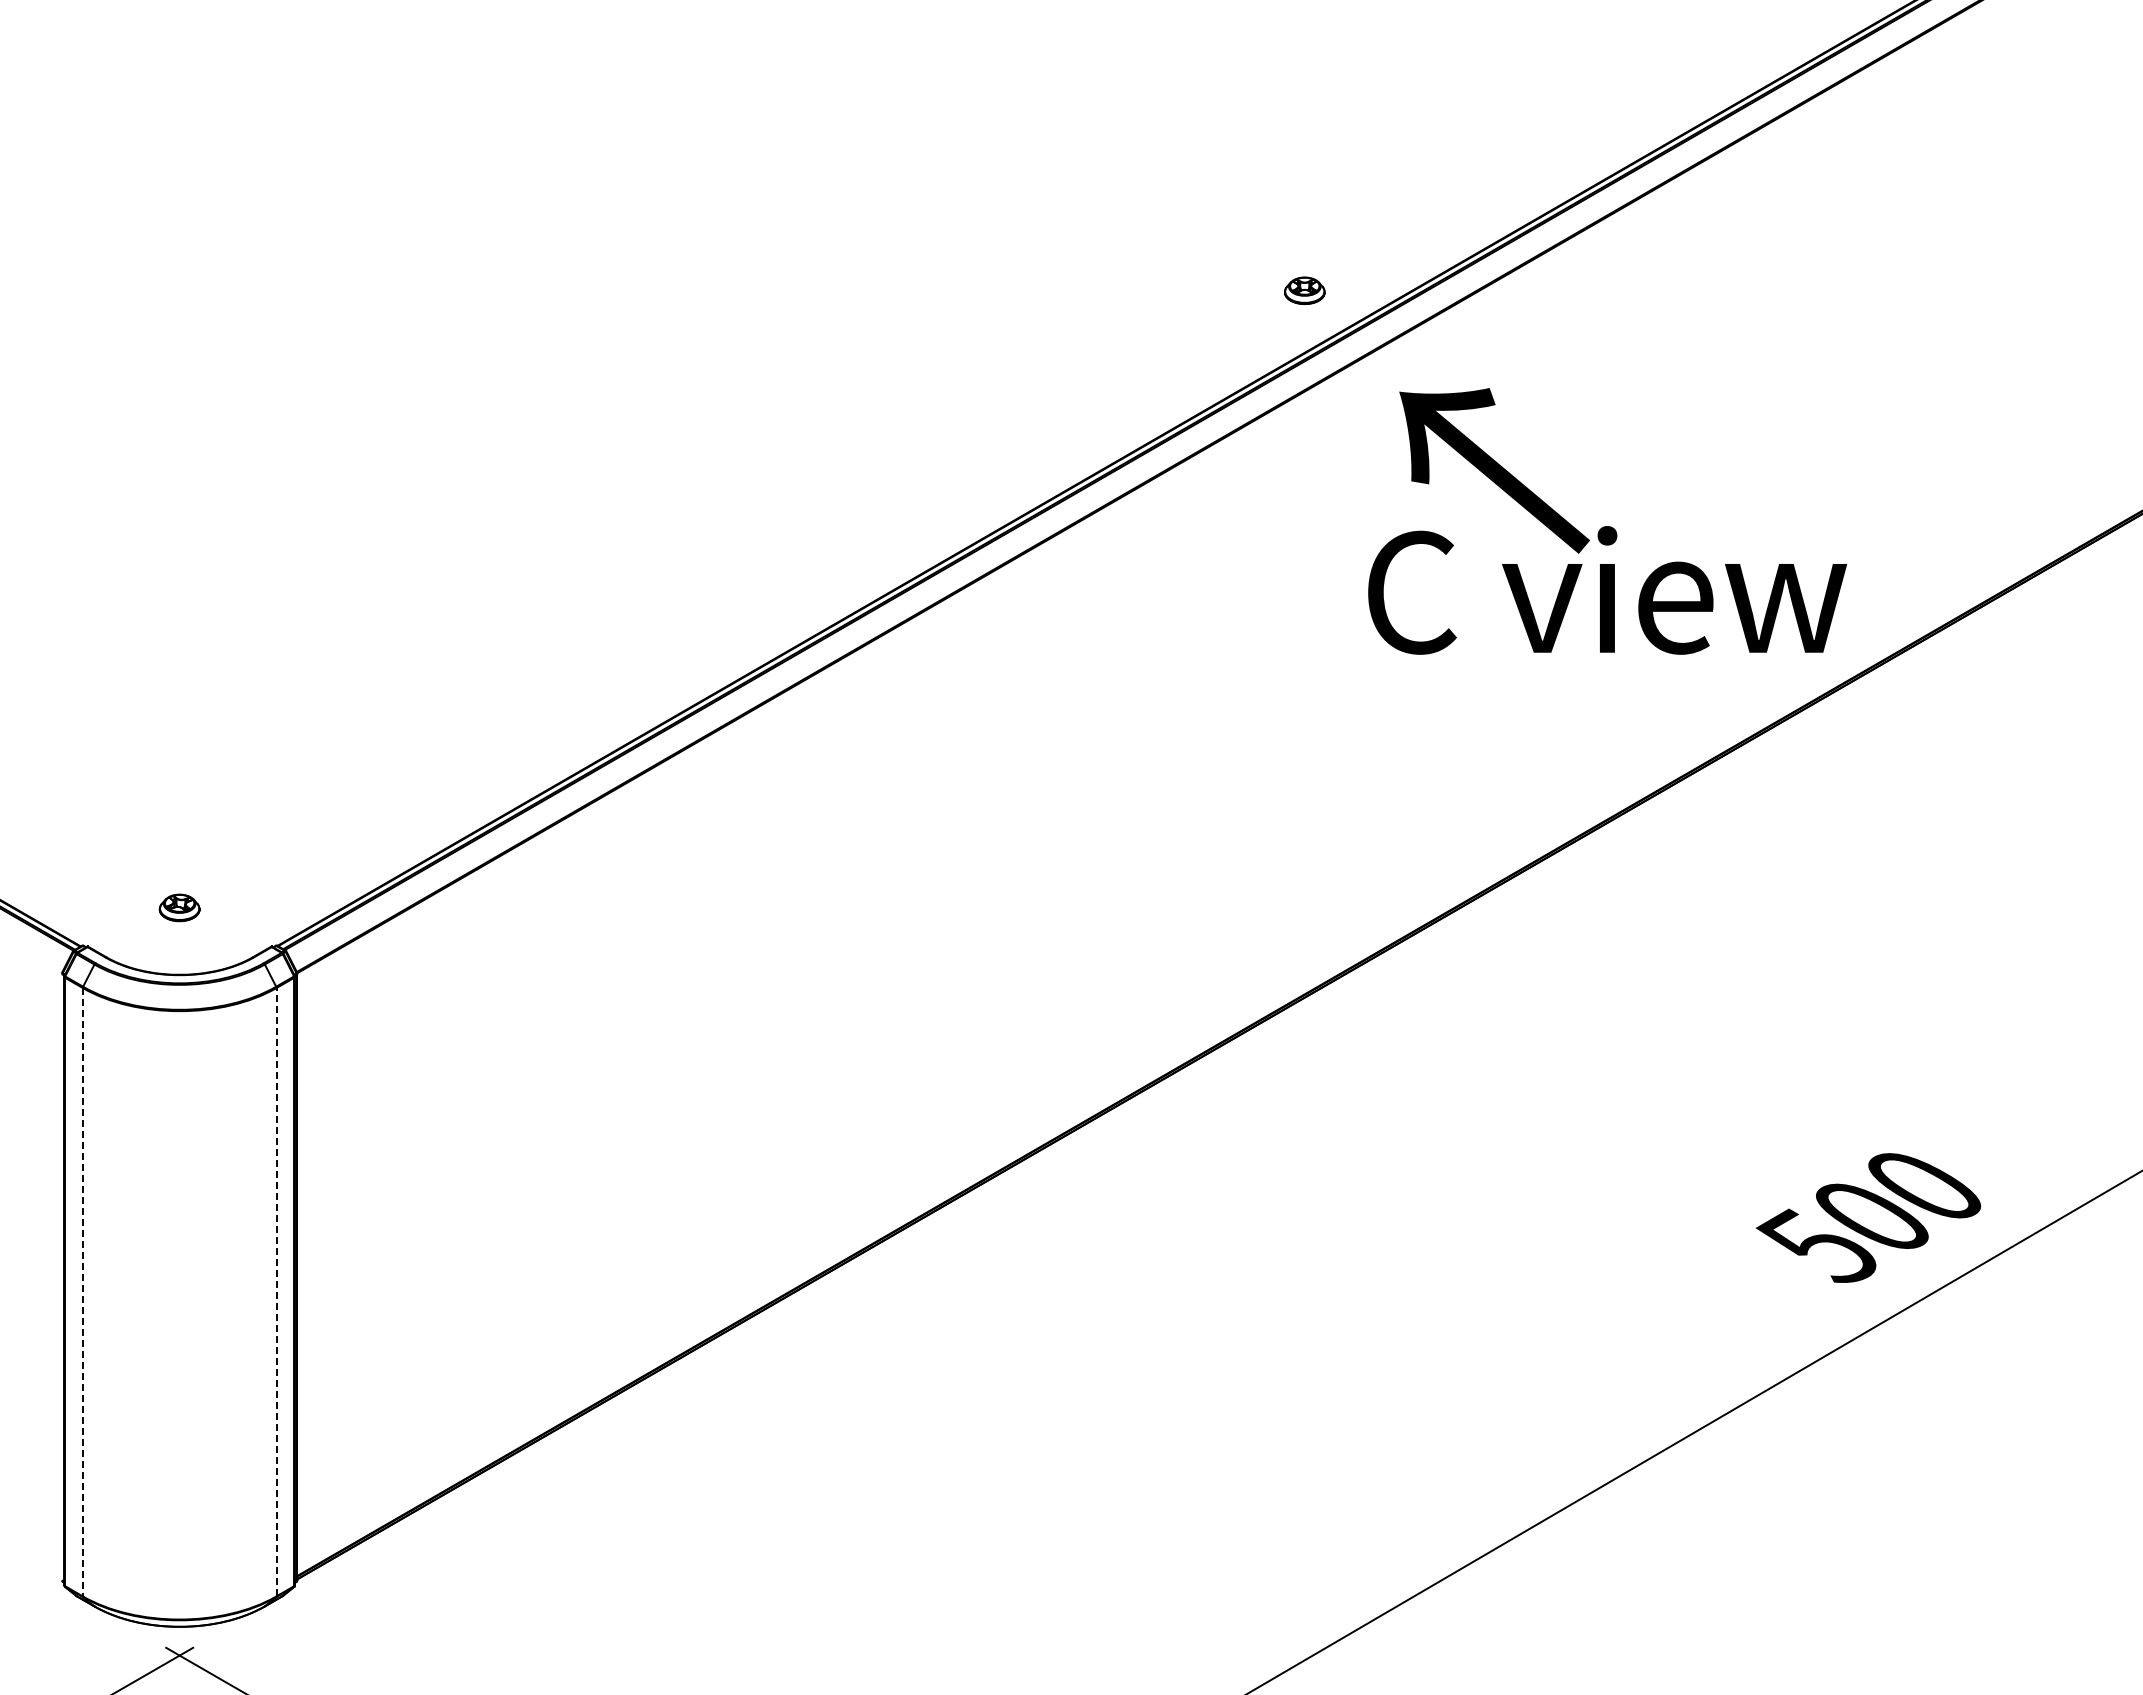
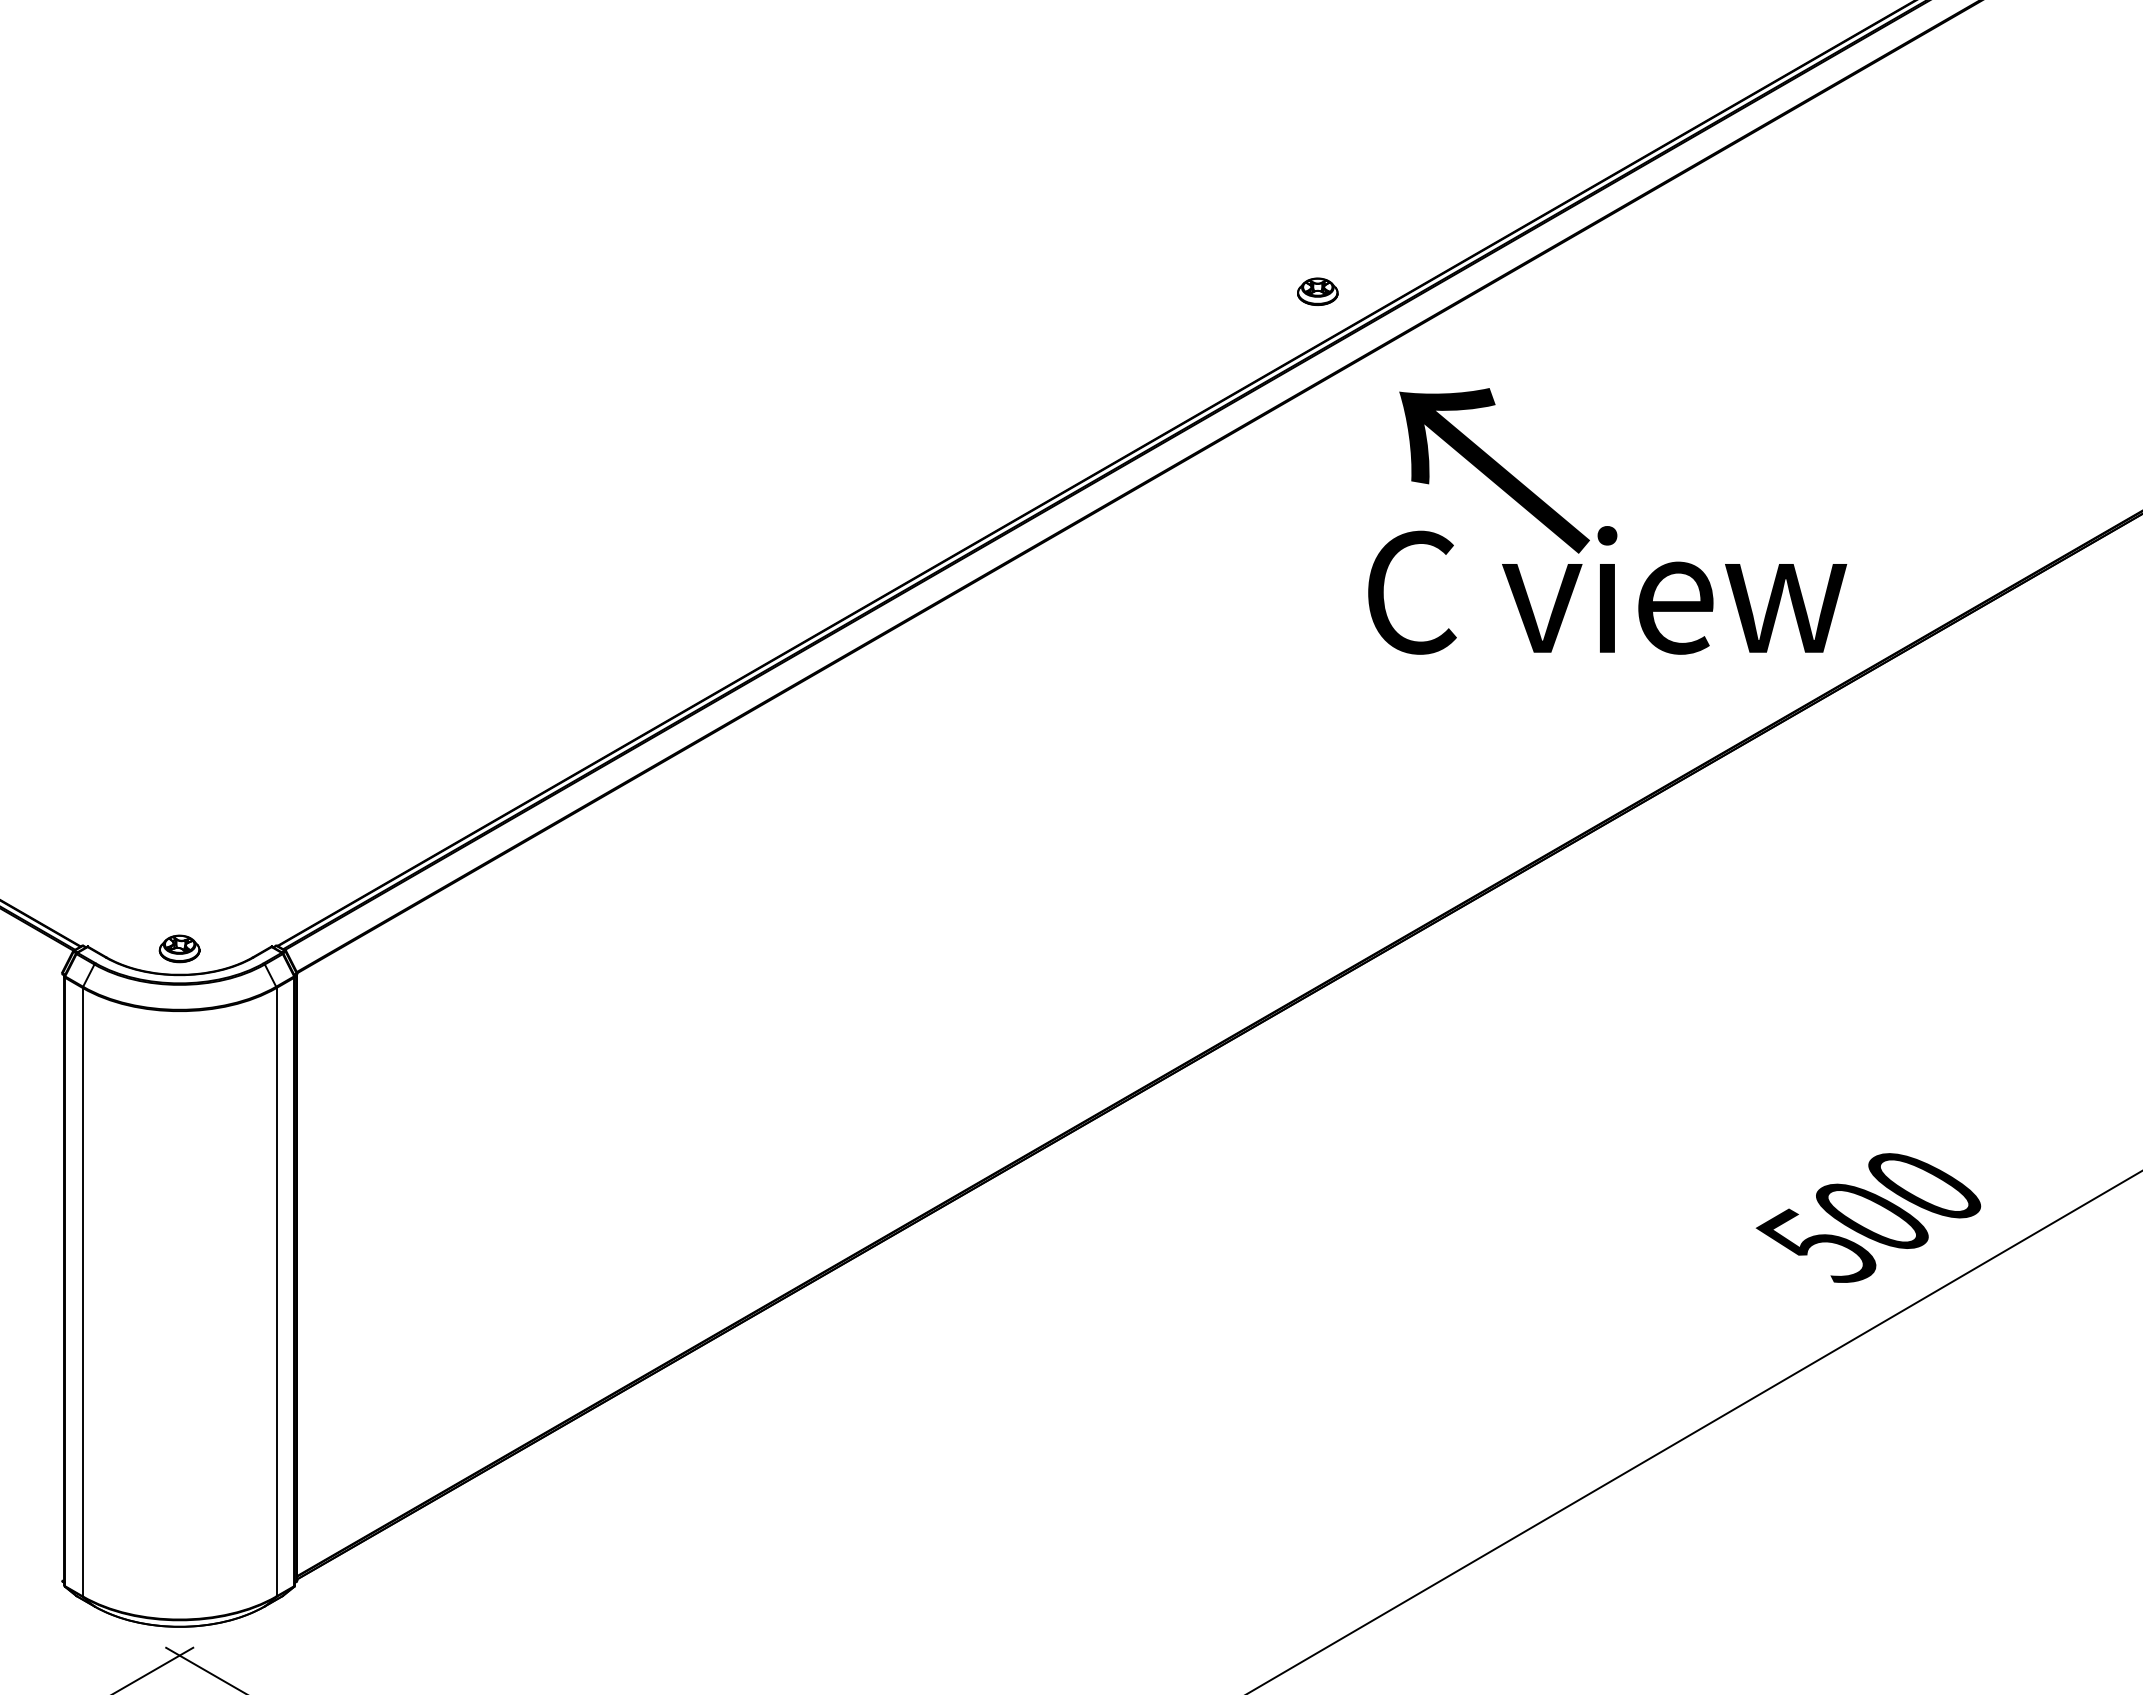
part at (1304, 290) position: (1304, 290) -> (1317, 291)
part at (179, 907) position: (179, 907) -> (179, 948)
line at (276, 1291): dashed -> solid
line at (82, 1292): dashed -> solid
